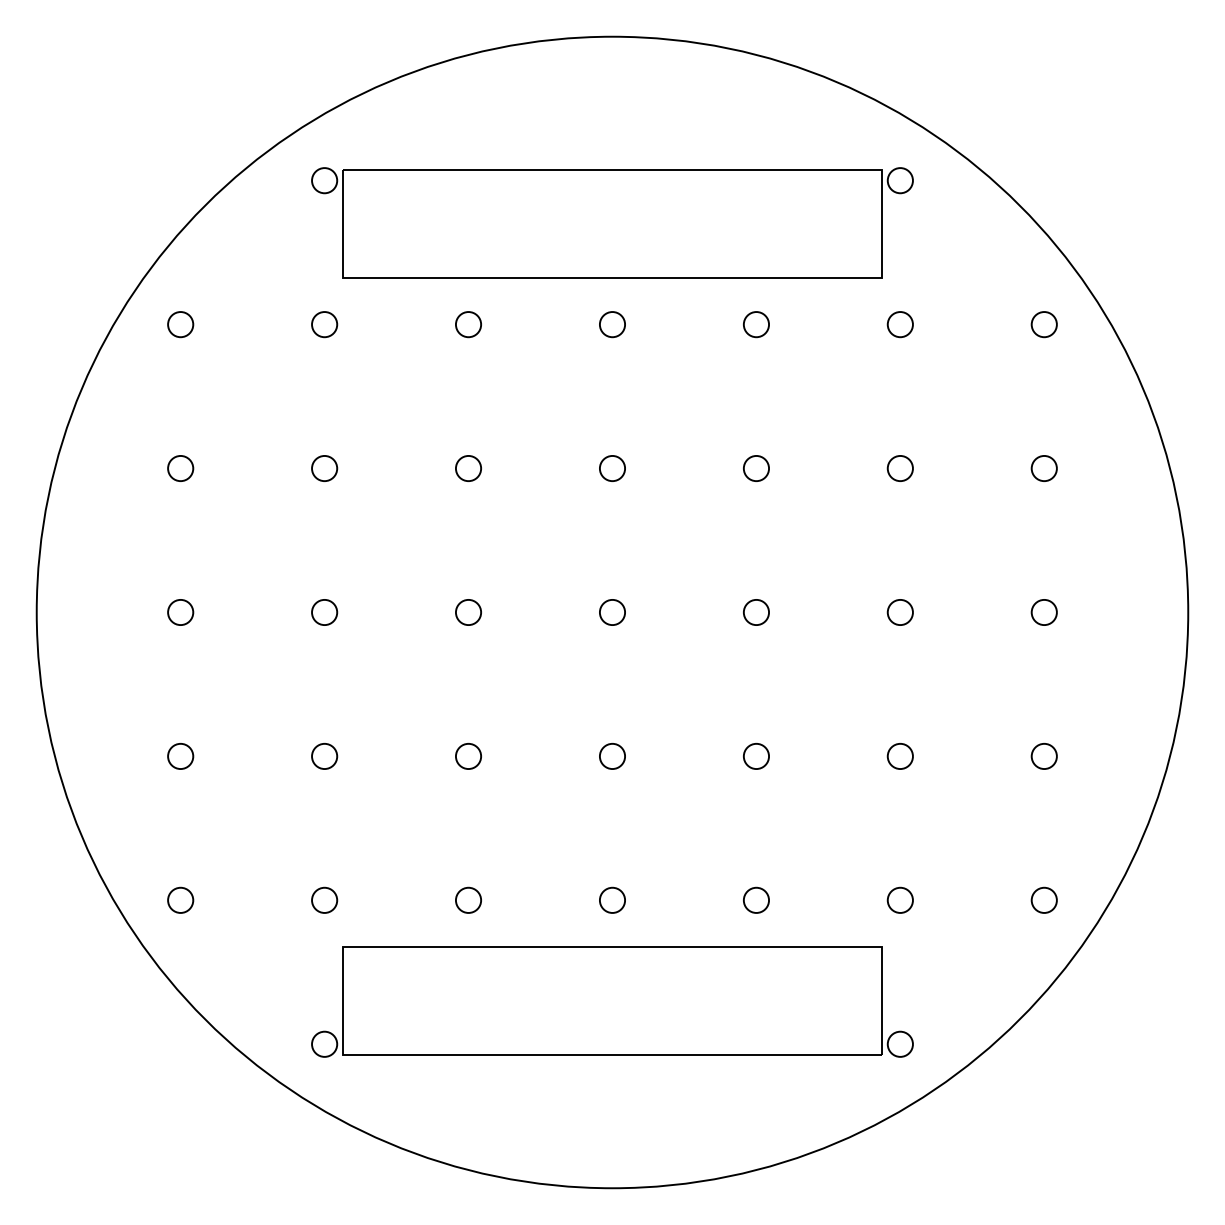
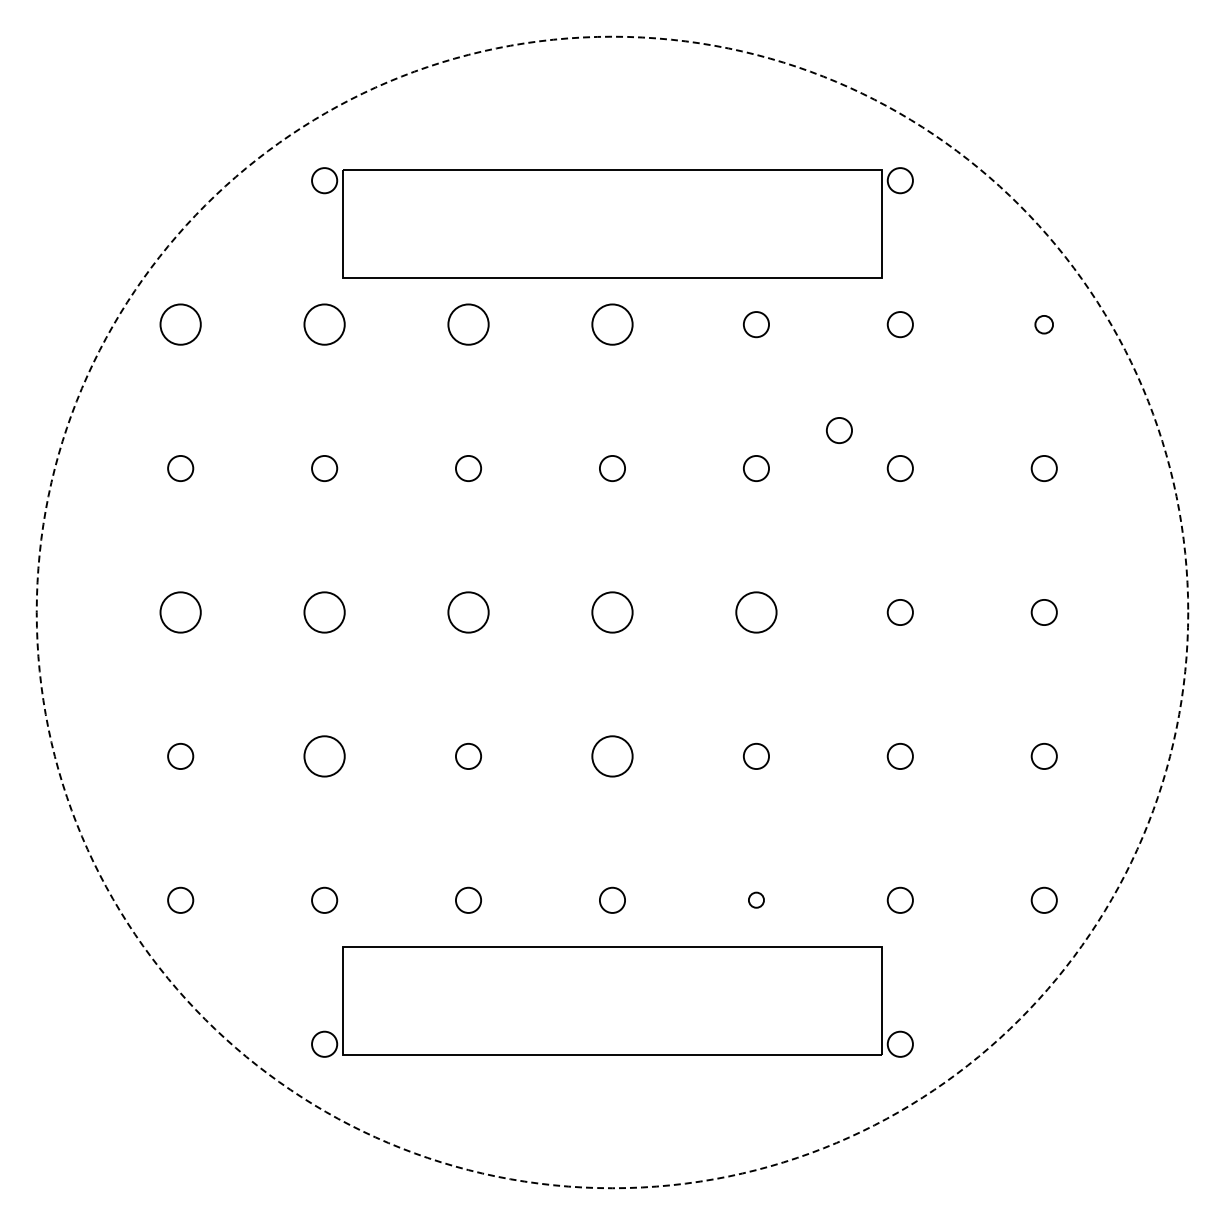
circle at (180, 324) diameter: 25 px -> 40 px
circle at (324, 324) diameter: 25 px -> 40 px
circle at (468, 324) diameter: 25 px -> 40 px
circle at (612, 324) diameter: 25 px -> 40 px
circle at (1043, 324) size: 28x28 px -> 20x20 px
circle at (839, 430): none -> present
circle at (180, 612) diameter: 25 px -> 40 px
circle at (324, 612) diameter: 25 px -> 40 px
circle at (468, 612) diameter: 25 px -> 40 px
circle at (612, 612) diameter: 25 px -> 40 px
circle at (612, 612): solid -> dashed
circle at (756, 612) diameter: 25 px -> 40 px
circle at (324, 756) diameter: 25 px -> 40 px
circle at (612, 756) diameter: 25 px -> 40 px
circle at (756, 899) size: 27x28 px -> 17x18 px
